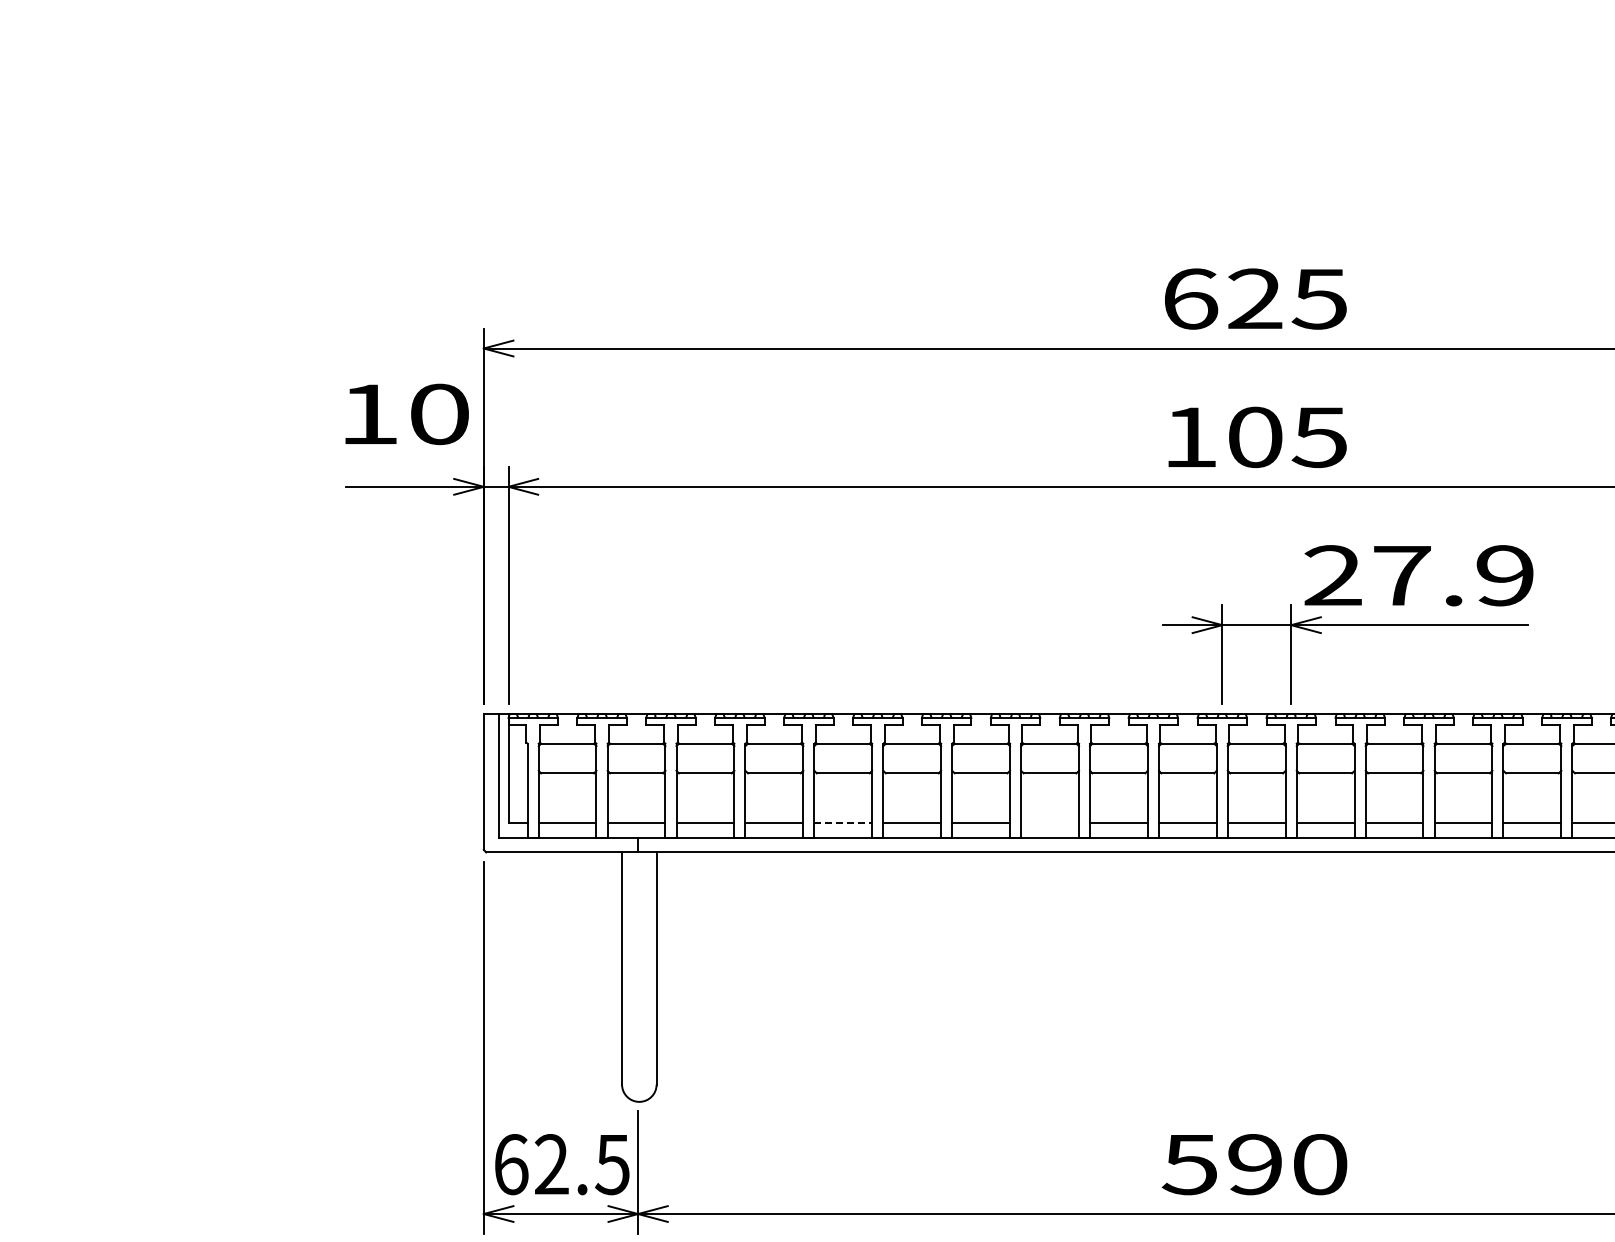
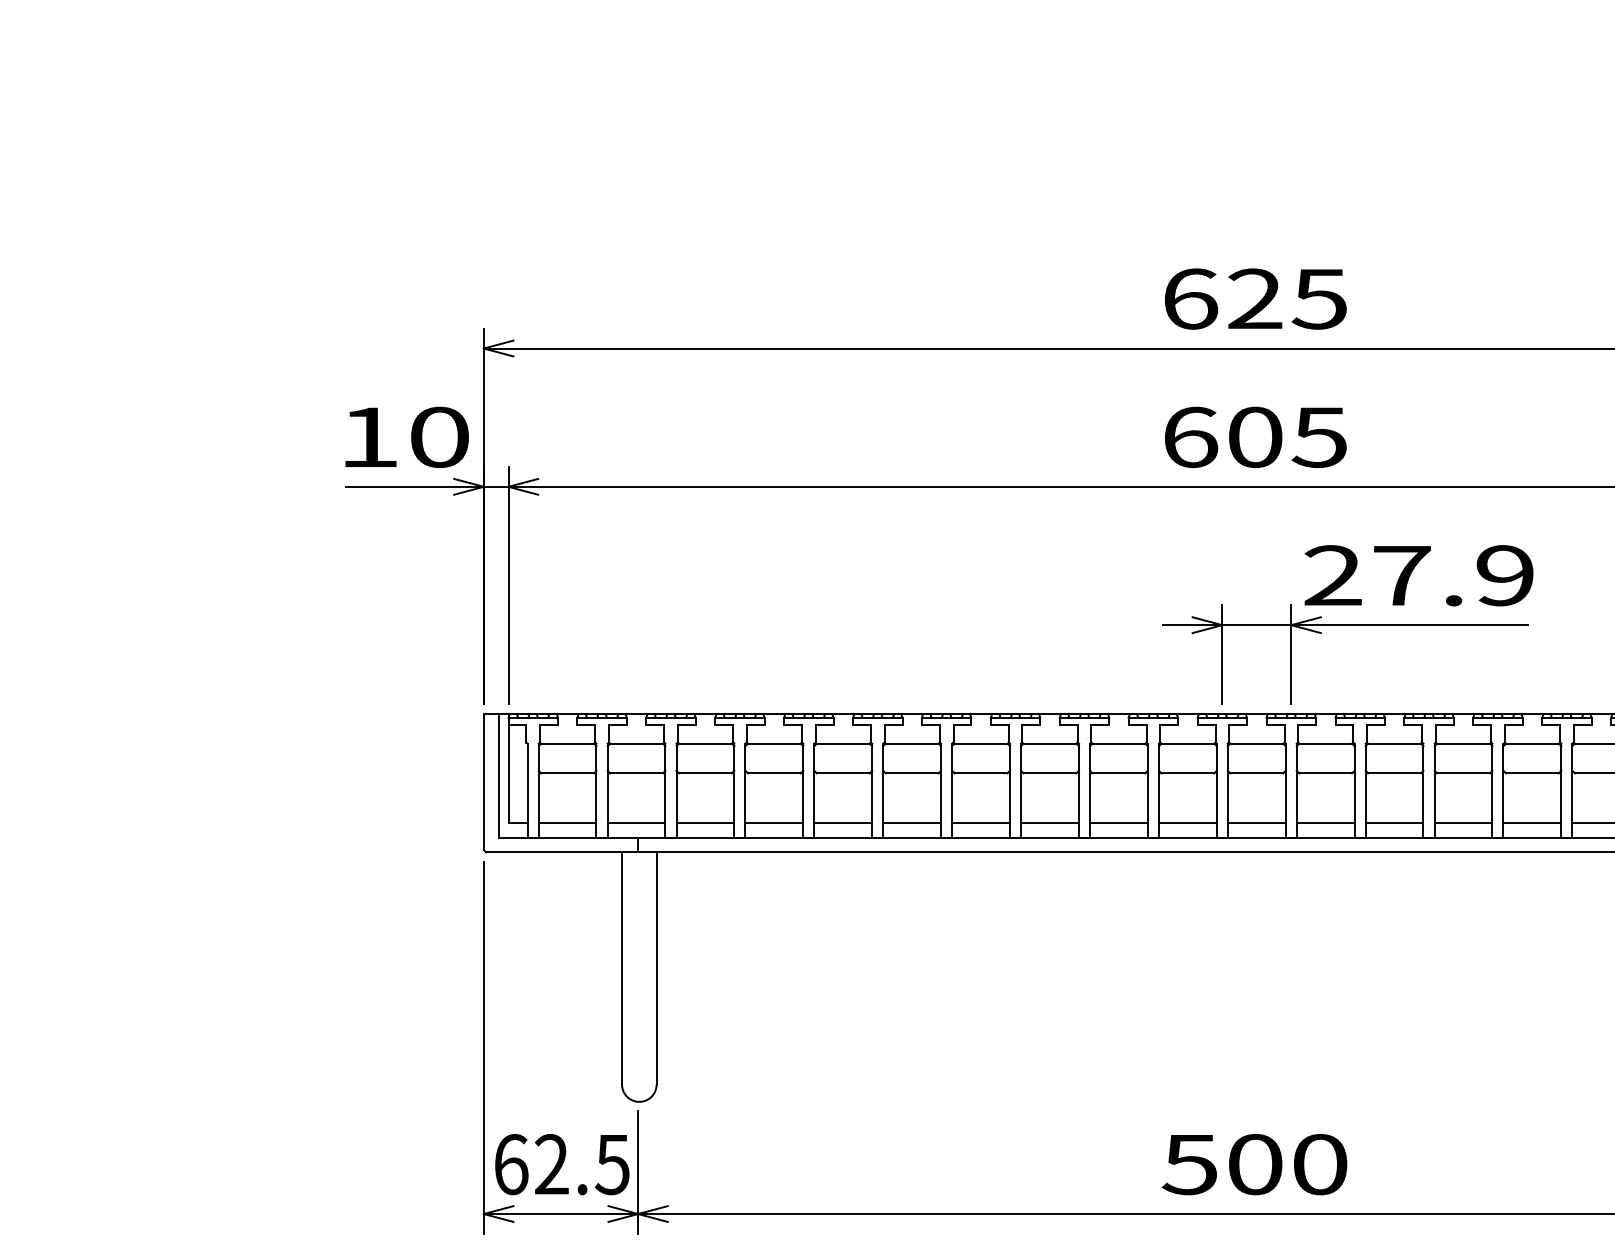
text at (406, 414) position: (406, 414) -> (406, 437)
text at (1191, 437): 105 -> 605
line at (843, 822): dashed -> solid
line at (1050, 822): none -> present
text at (1255, 1164): 590 -> 500
